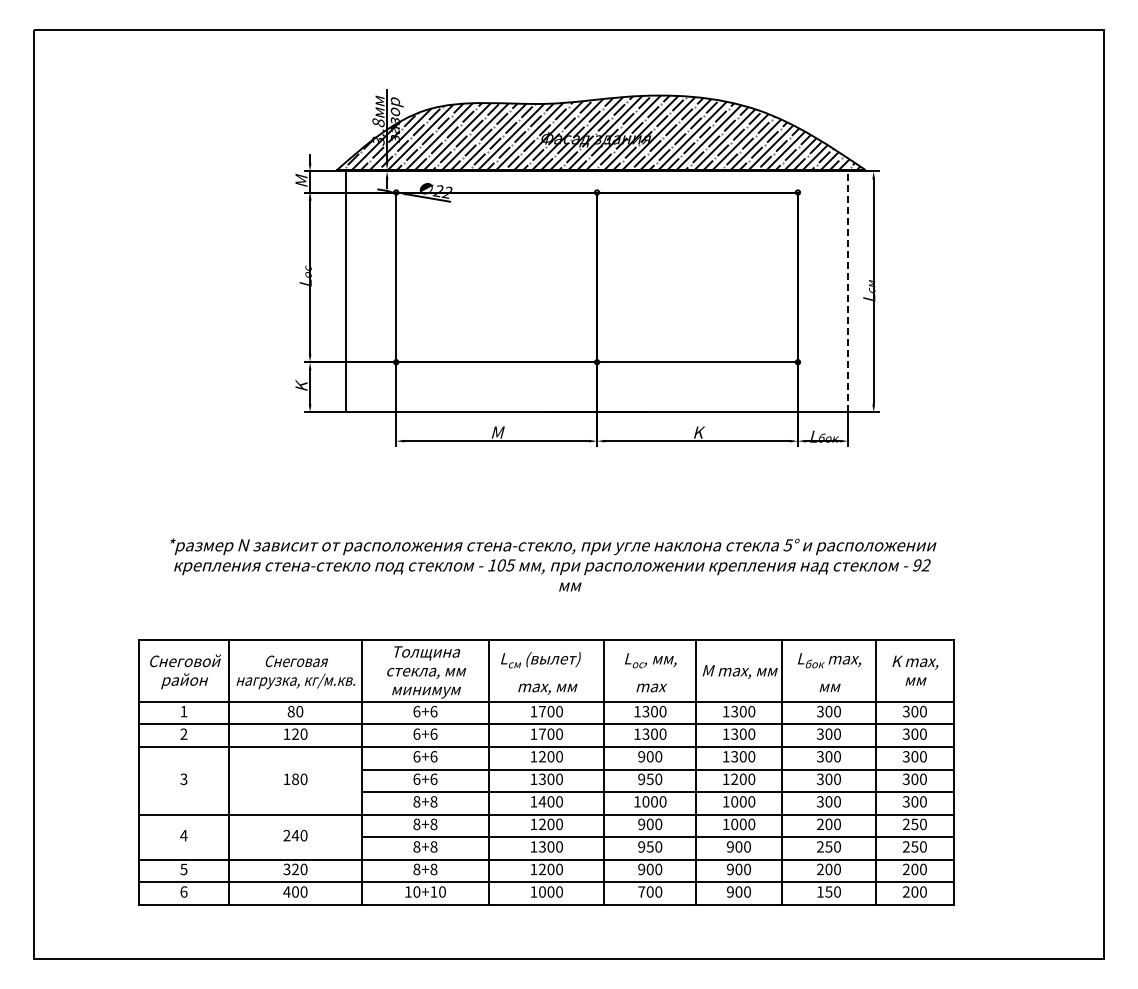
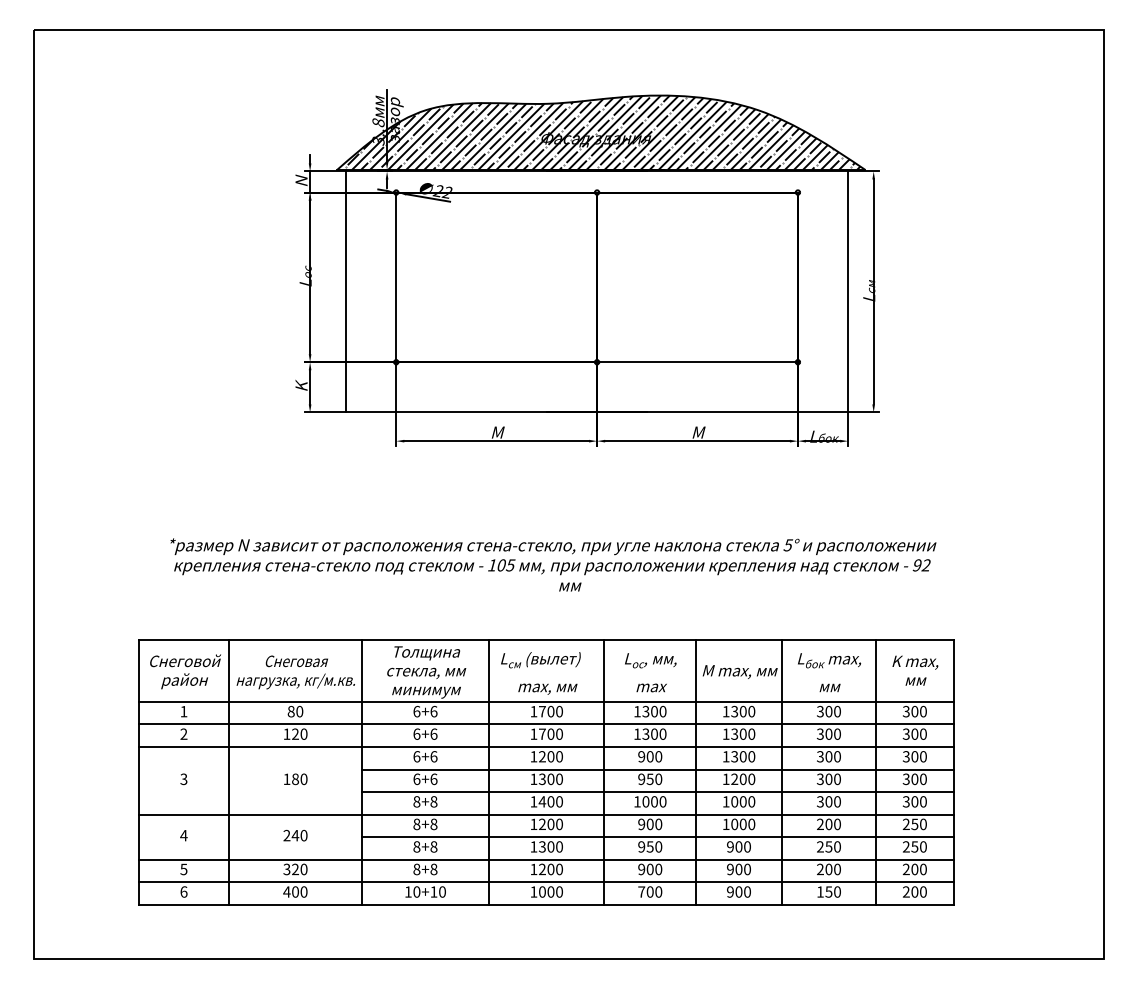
text at (301, 180): M -> N
line at (848, 291): dashed -> solid
text at (698, 432): K -> M
